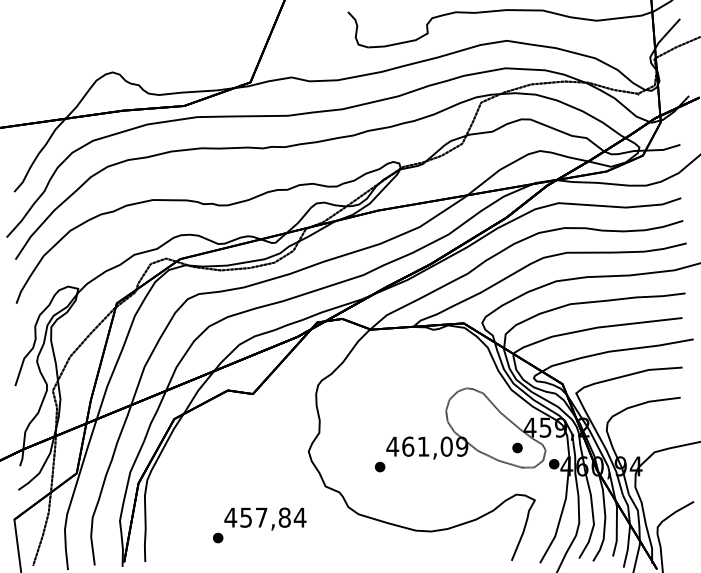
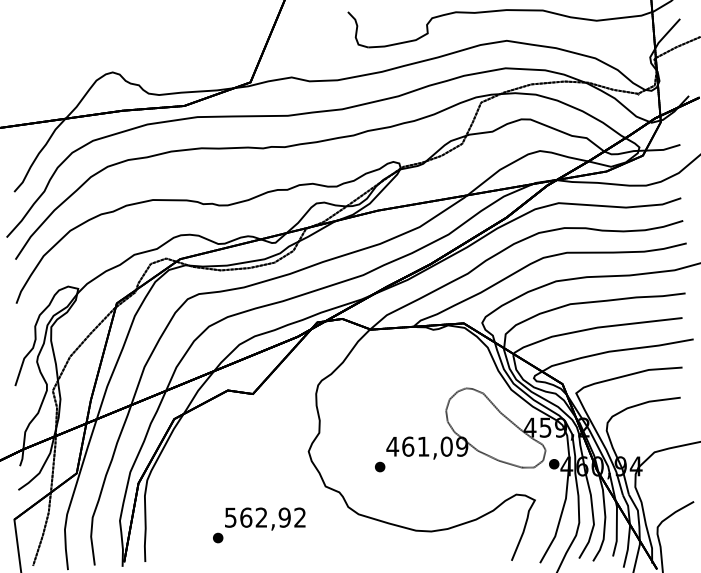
part at (517, 447): present -> none
text at (265, 517): 457,84 -> 562,92
